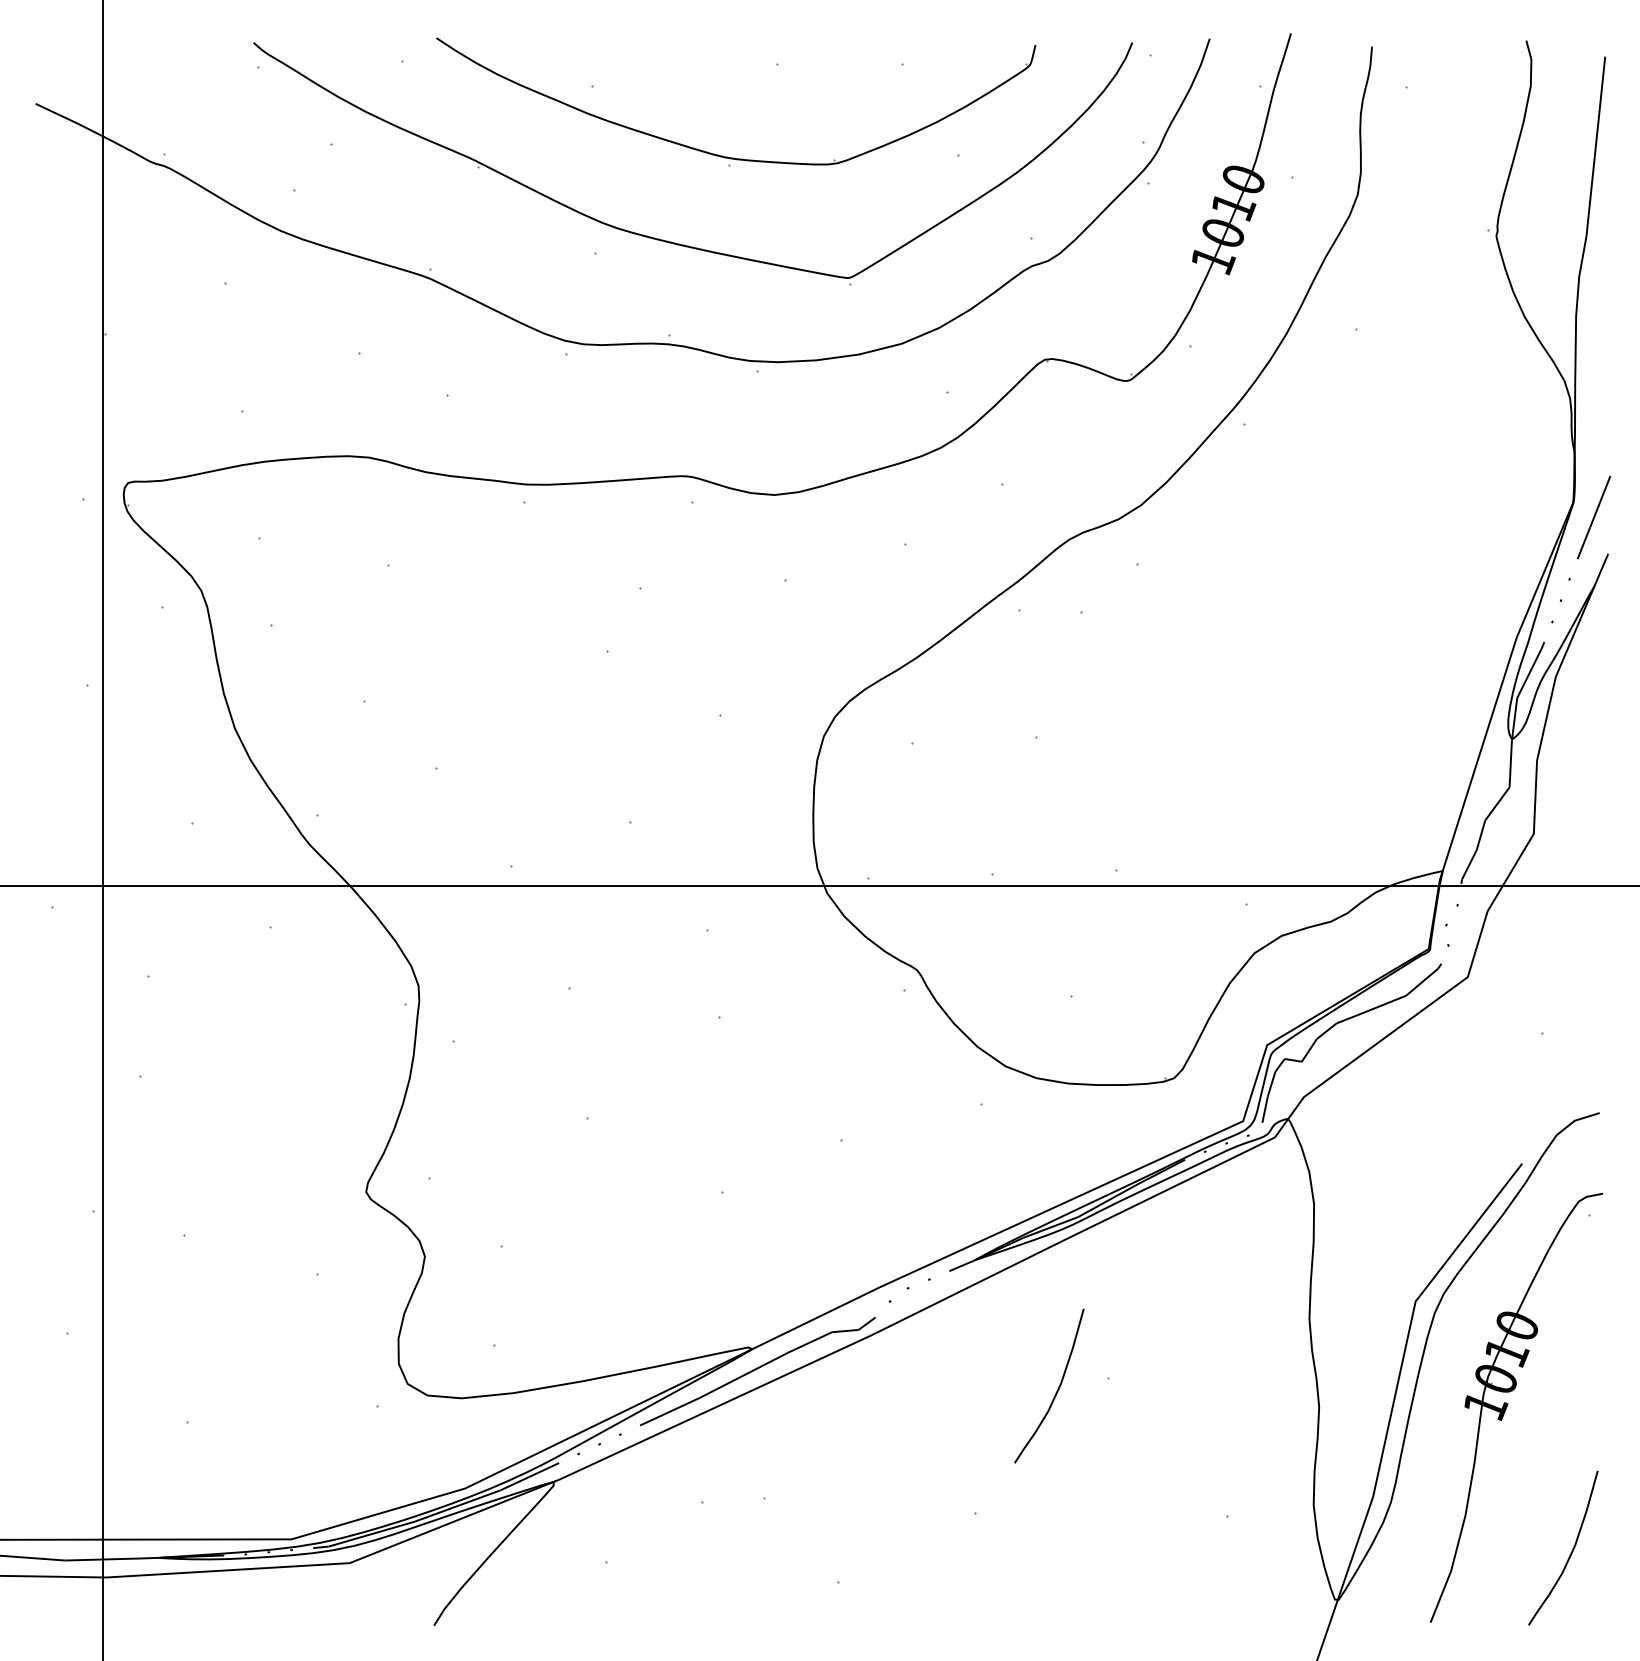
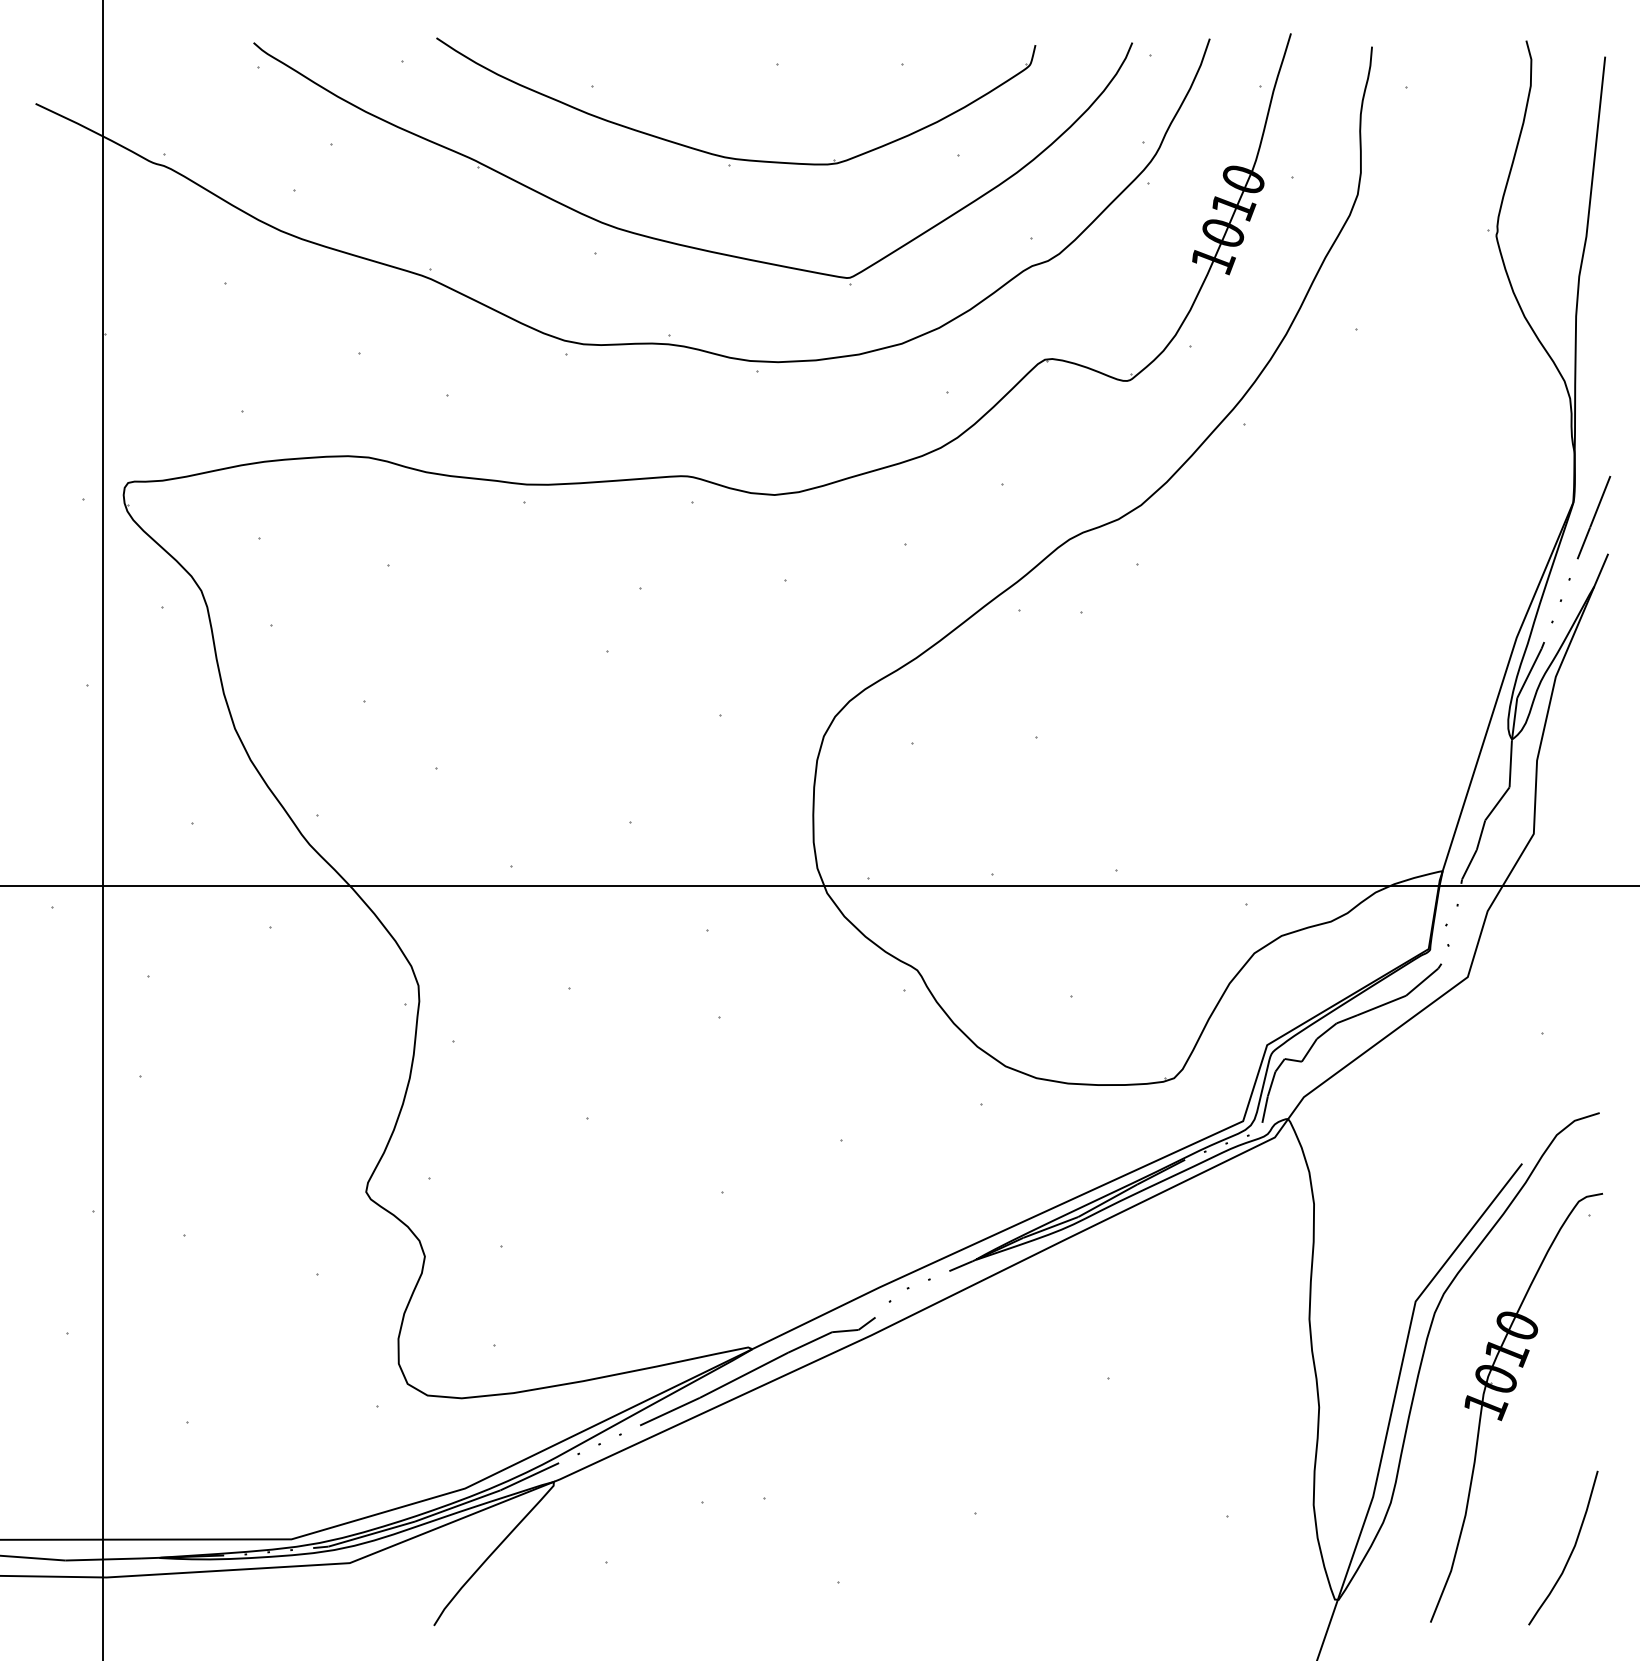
curve at (1057, 1388): present -> none
